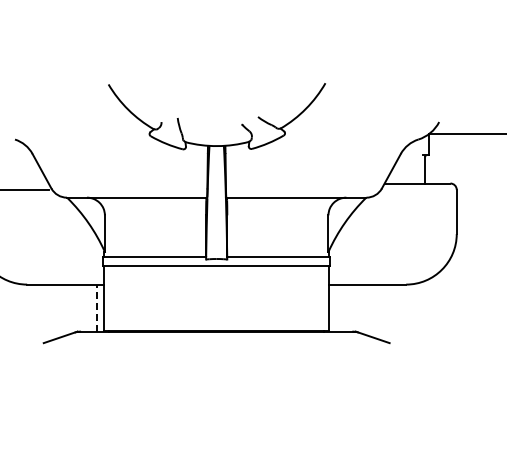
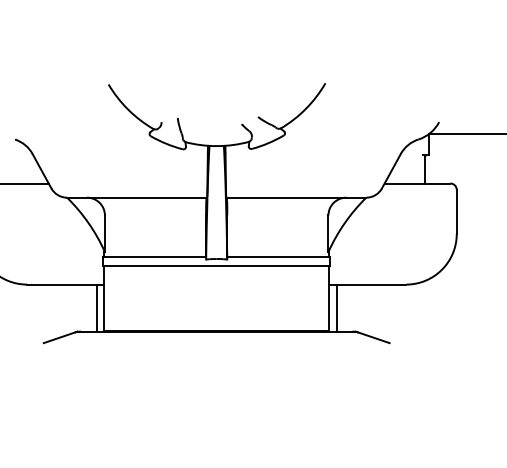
line at (25, 189) position: (25, 189) -> (25, 183)
line at (336, 307): none -> present
line at (96, 308): dashed -> solid
